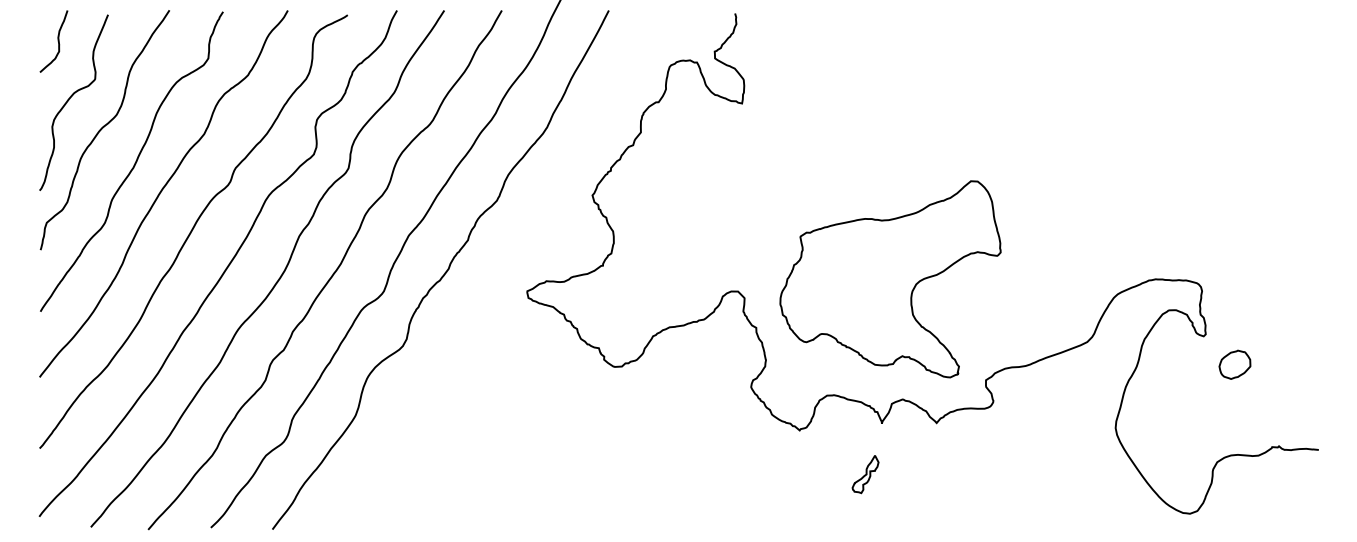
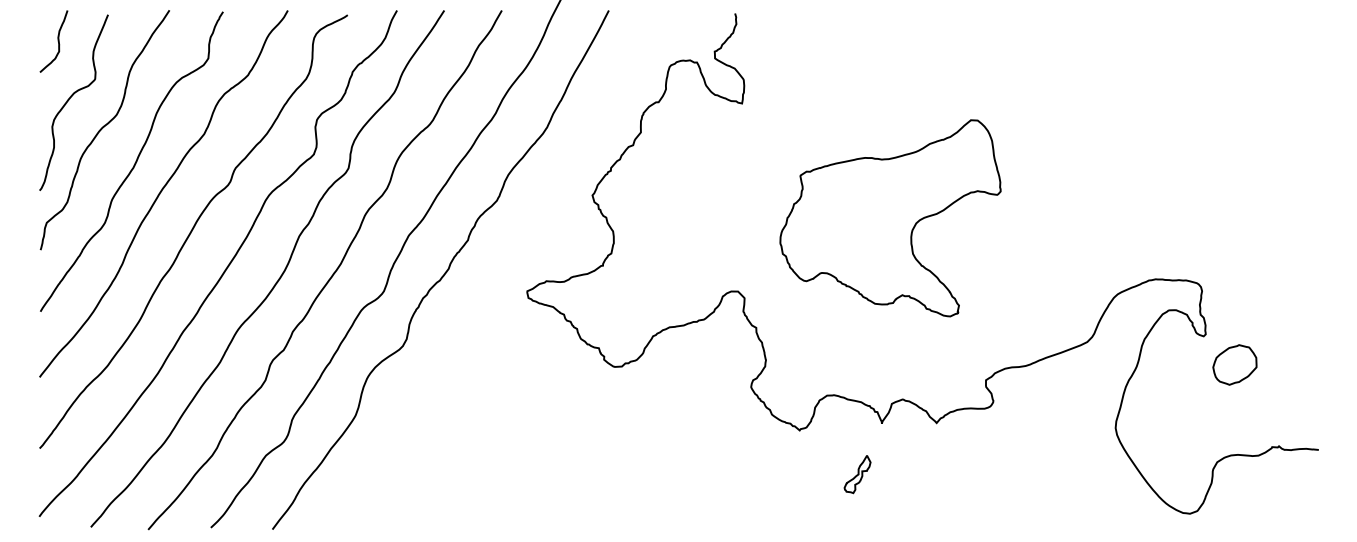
part at (890, 279) position: (890, 279) -> (890, 218)
part at (1234, 364) size: 34x31 px -> 46x42 px
part at (865, 474) position: (865, 474) -> (857, 474)
